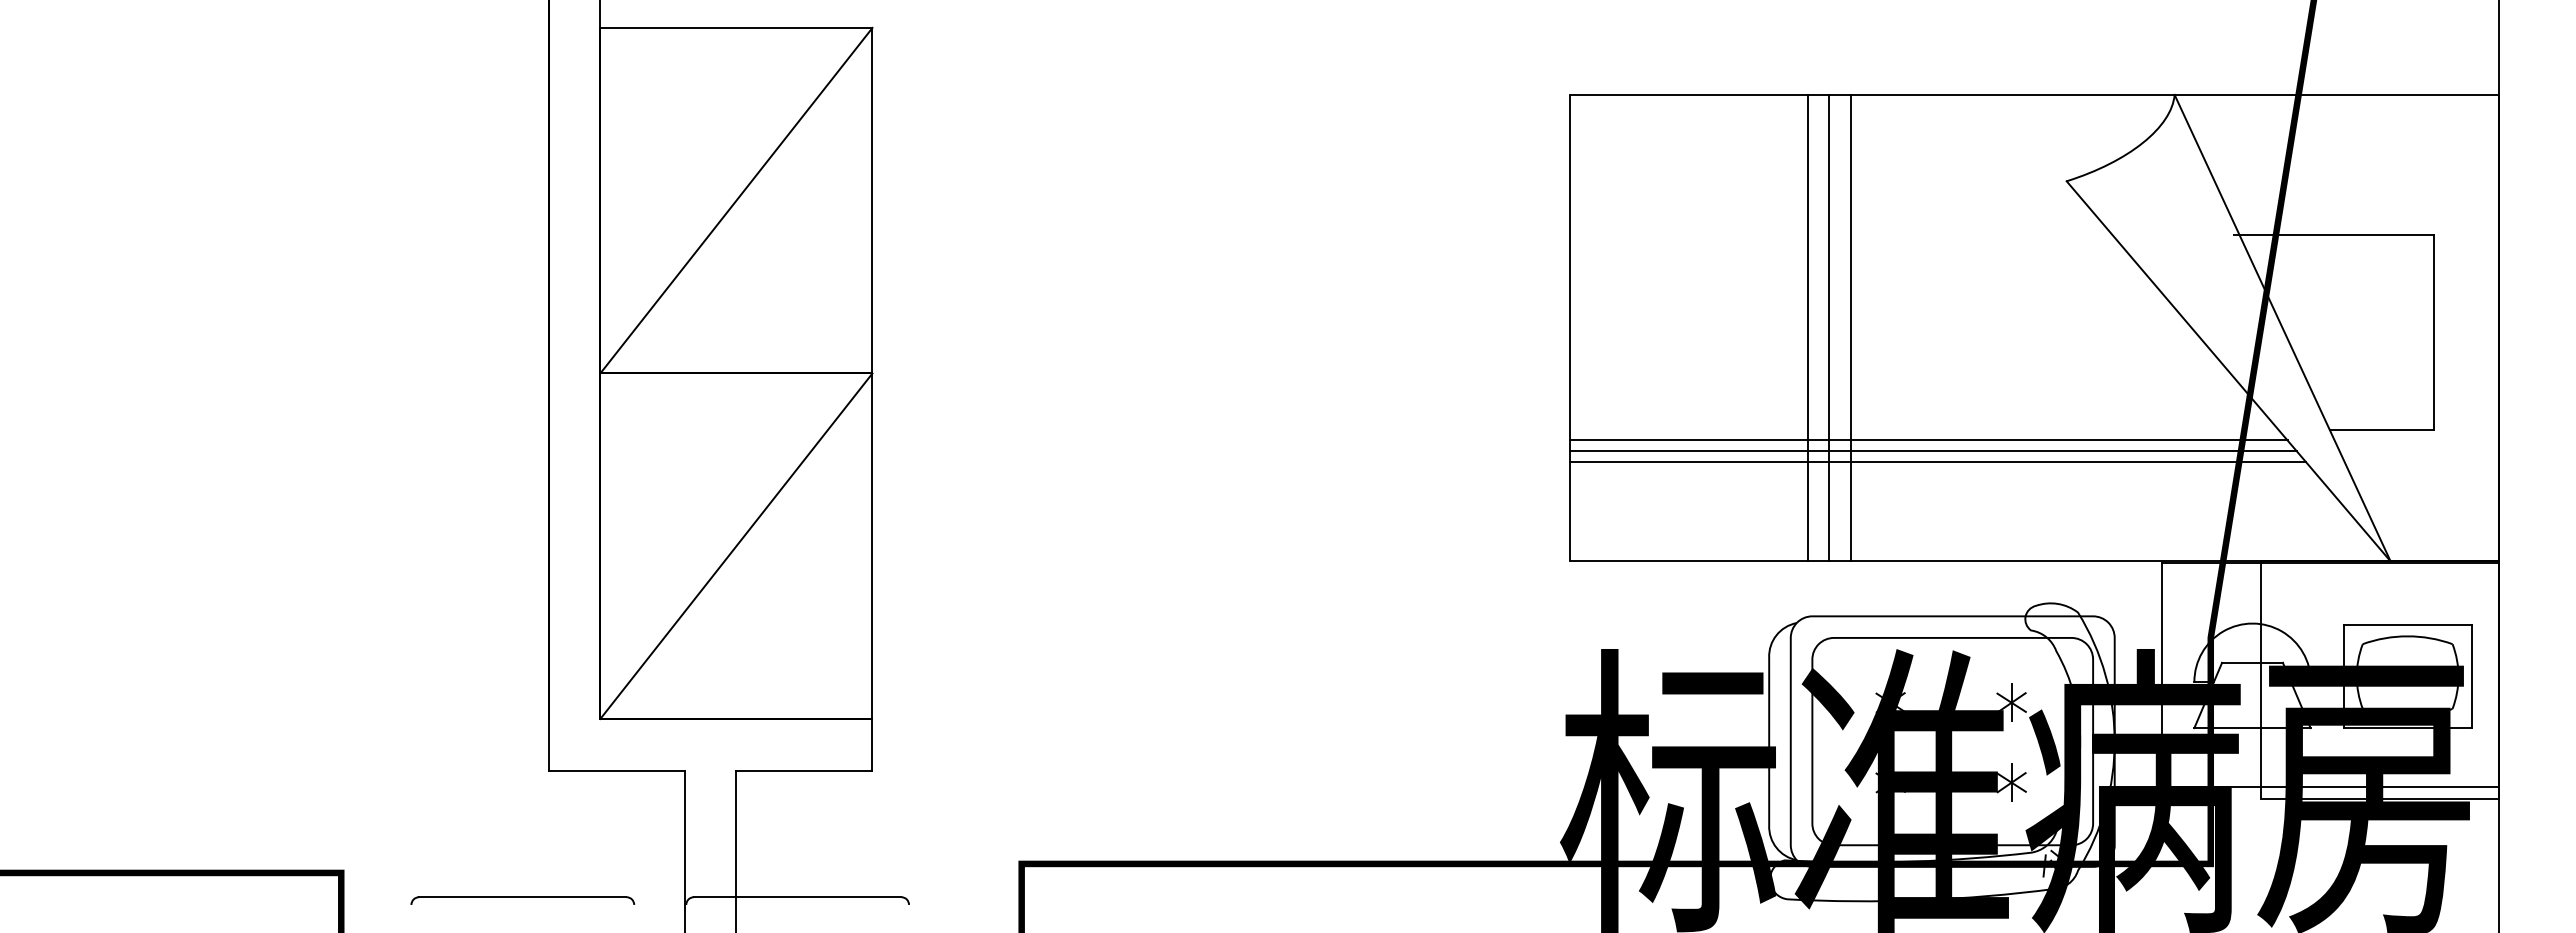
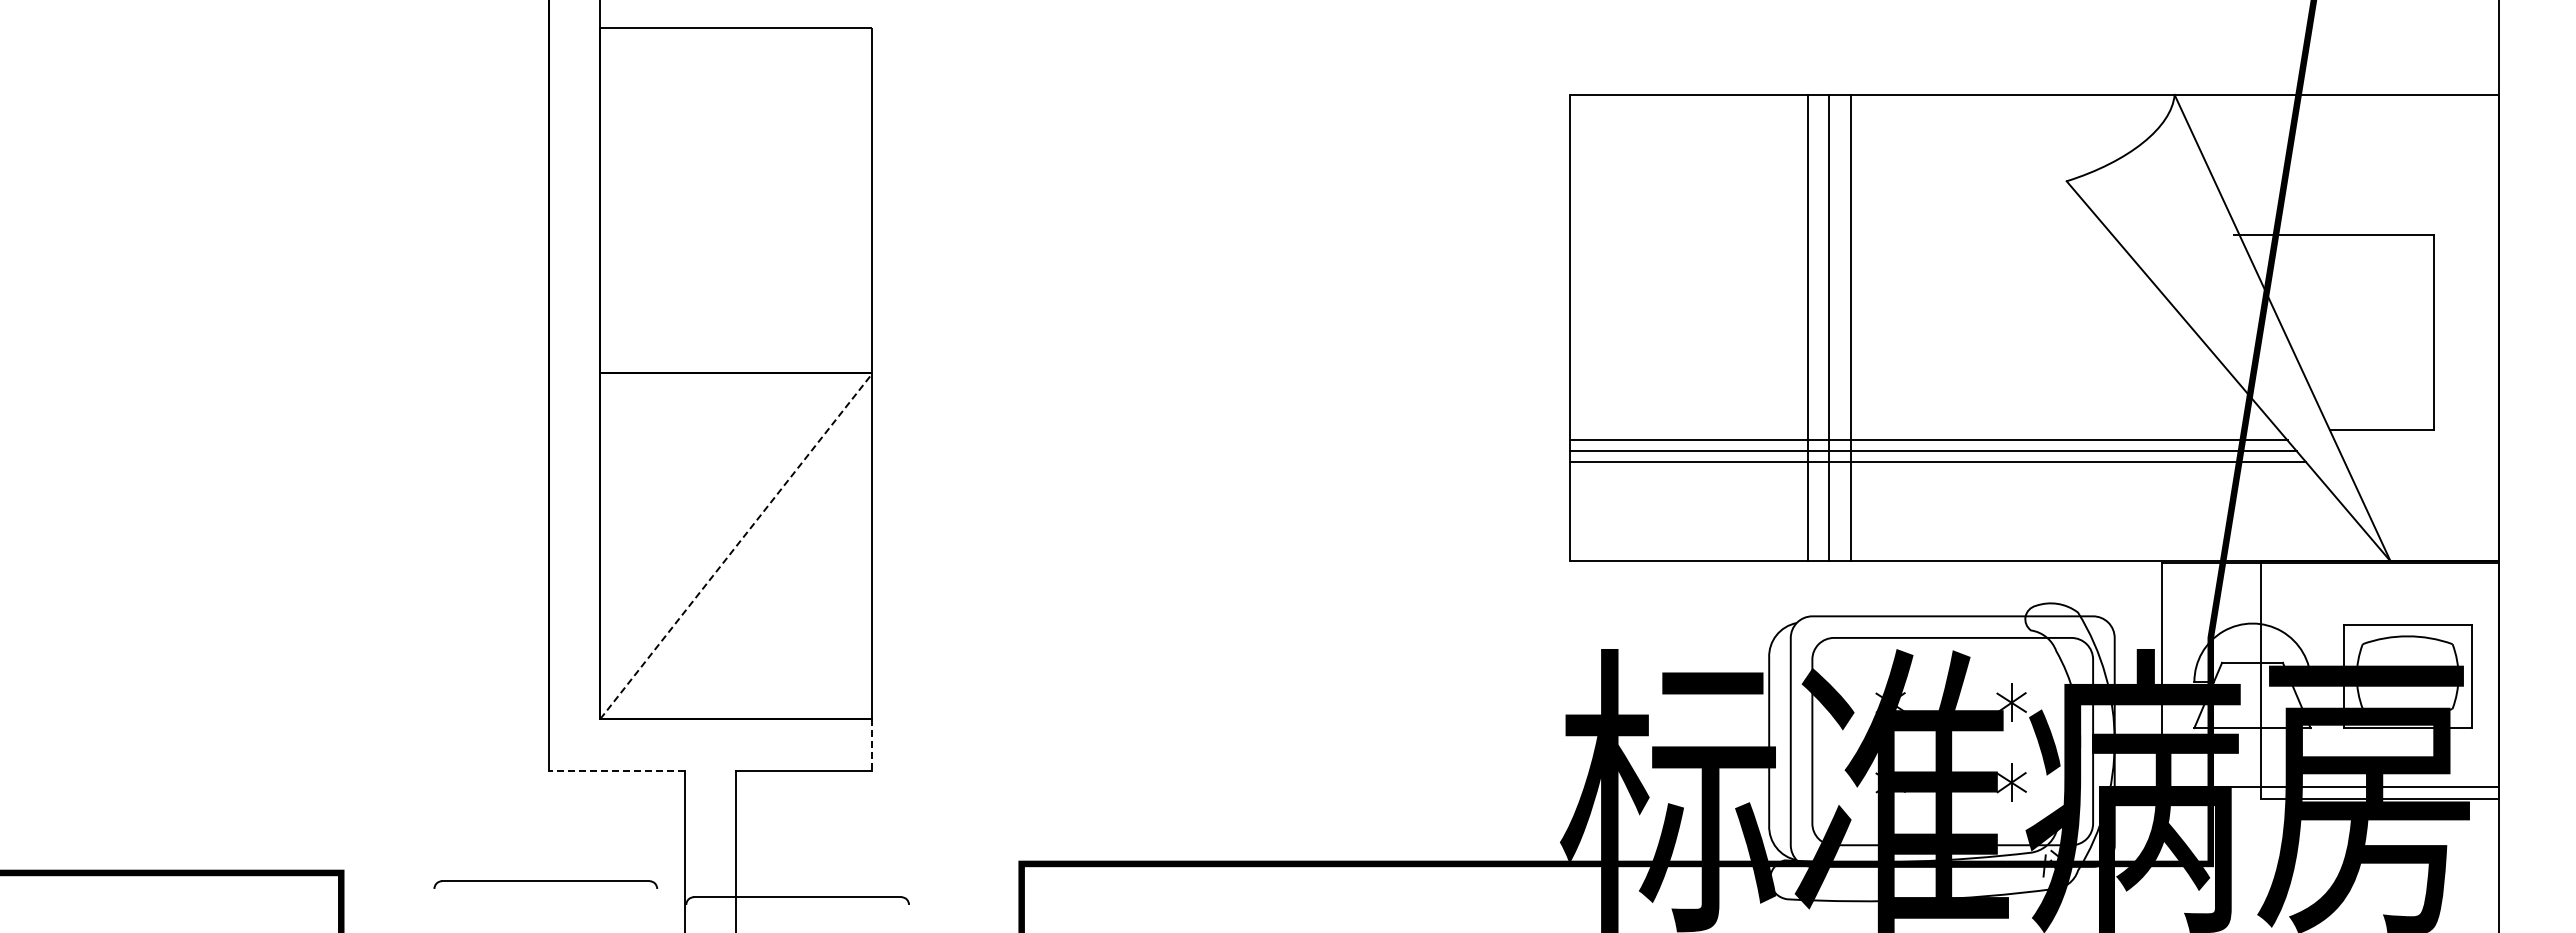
line at (736, 200): present -> none
line at (736, 546): solid -> dashed
line at (872, 744): solid -> dashed
line at (616, 770): solid -> dashed
part at (522, 900) position: (522, 900) -> (545, 884)
